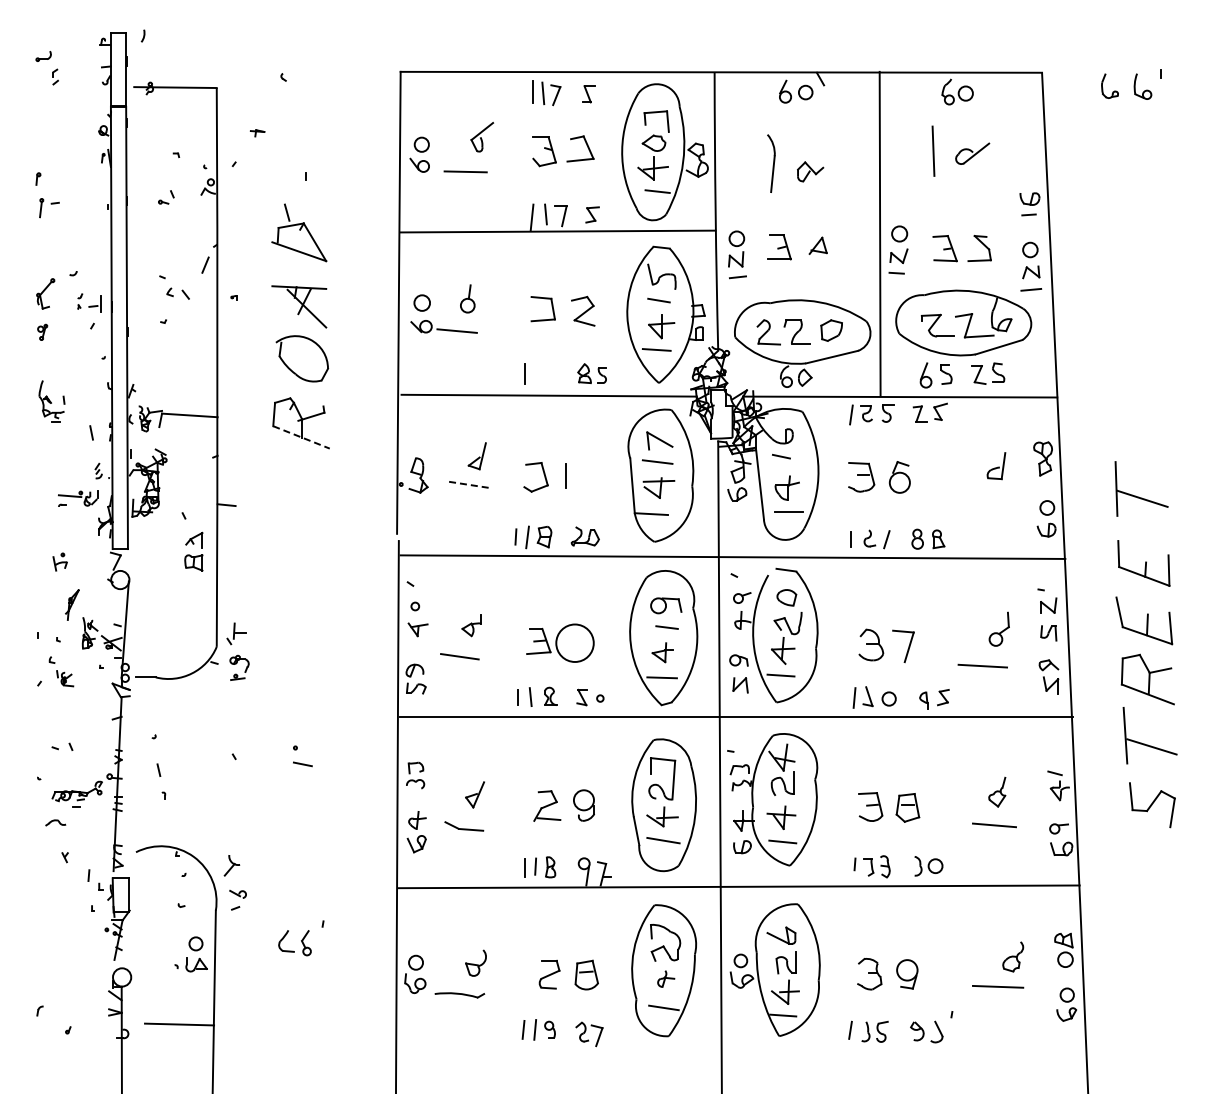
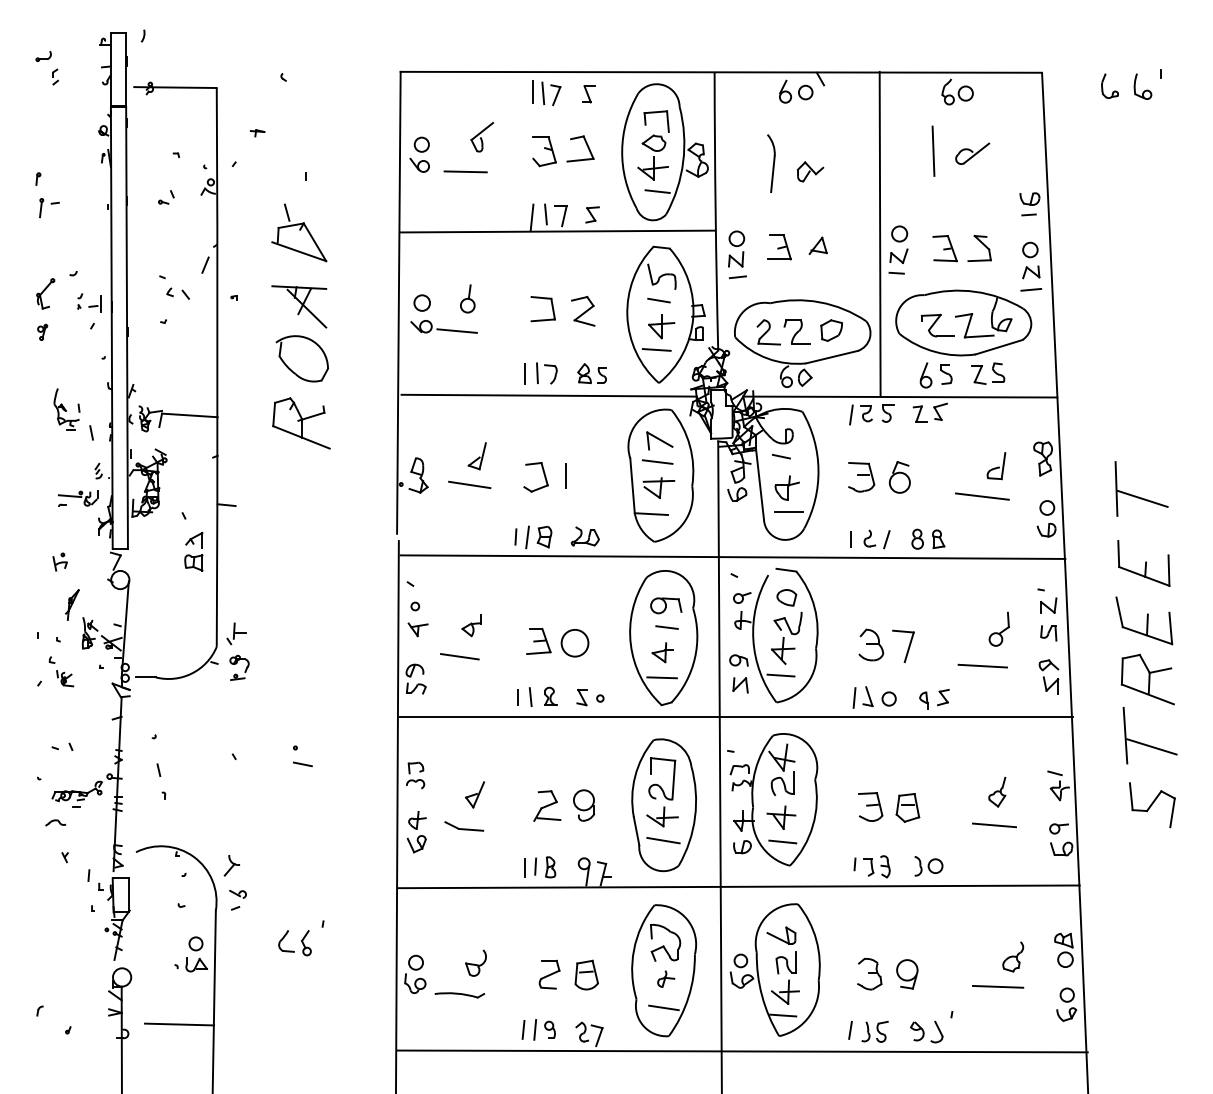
part at (546, 366): none -> present
part at (51, 401) position: (51, 401) -> (66, 409)
line at (302, 437): dashed -> solid
line at (469, 484): dashed -> solid
line at (981, 496): none -> present
circle at (574, 642) diameter: 37 px -> 27 px
line at (742, 1051): none -> present
